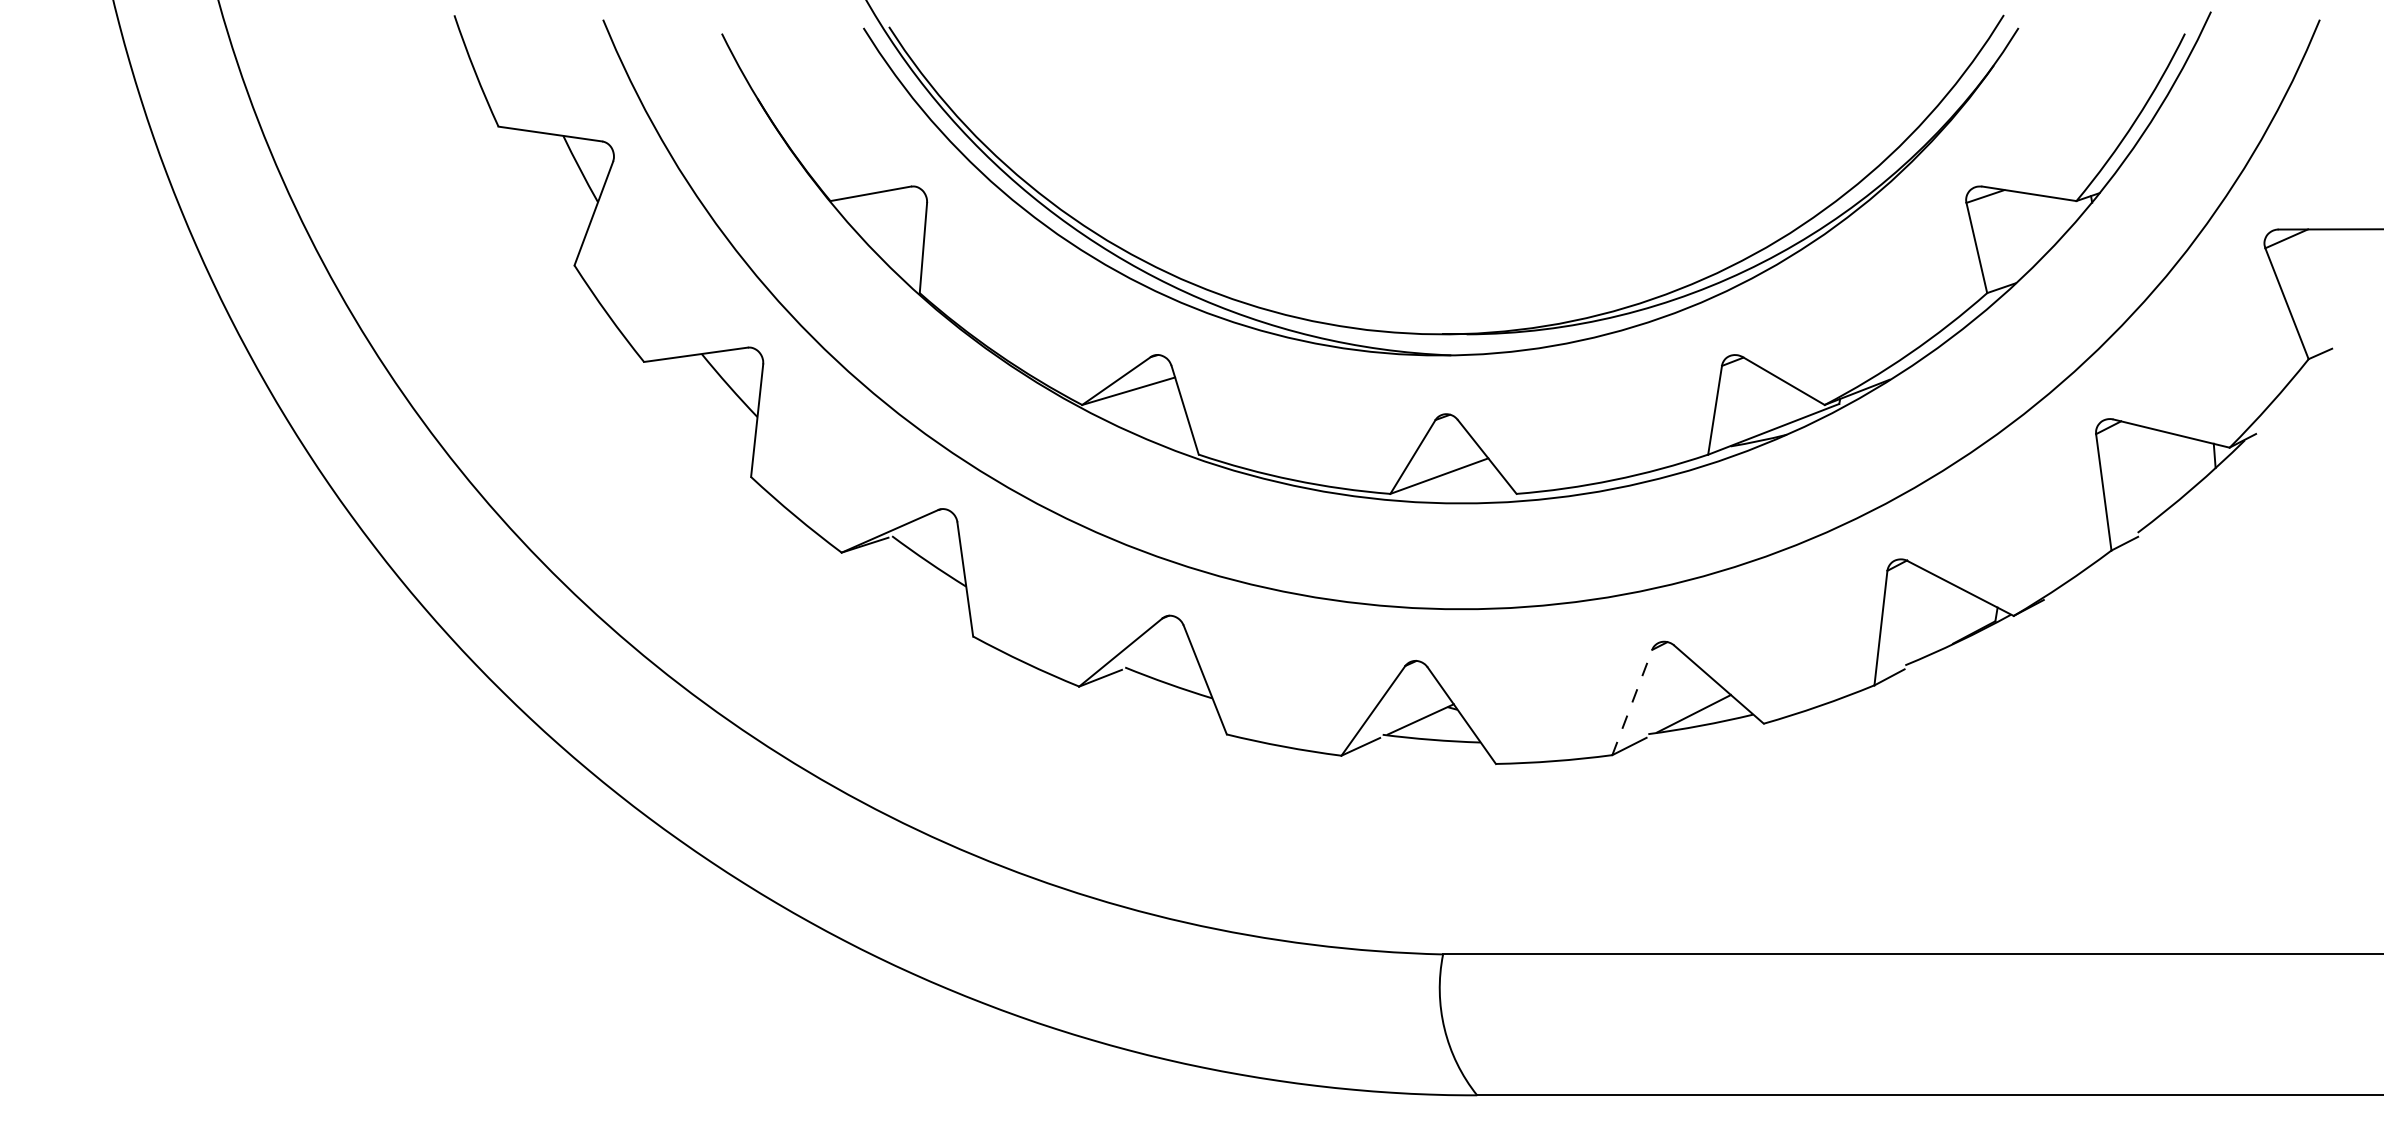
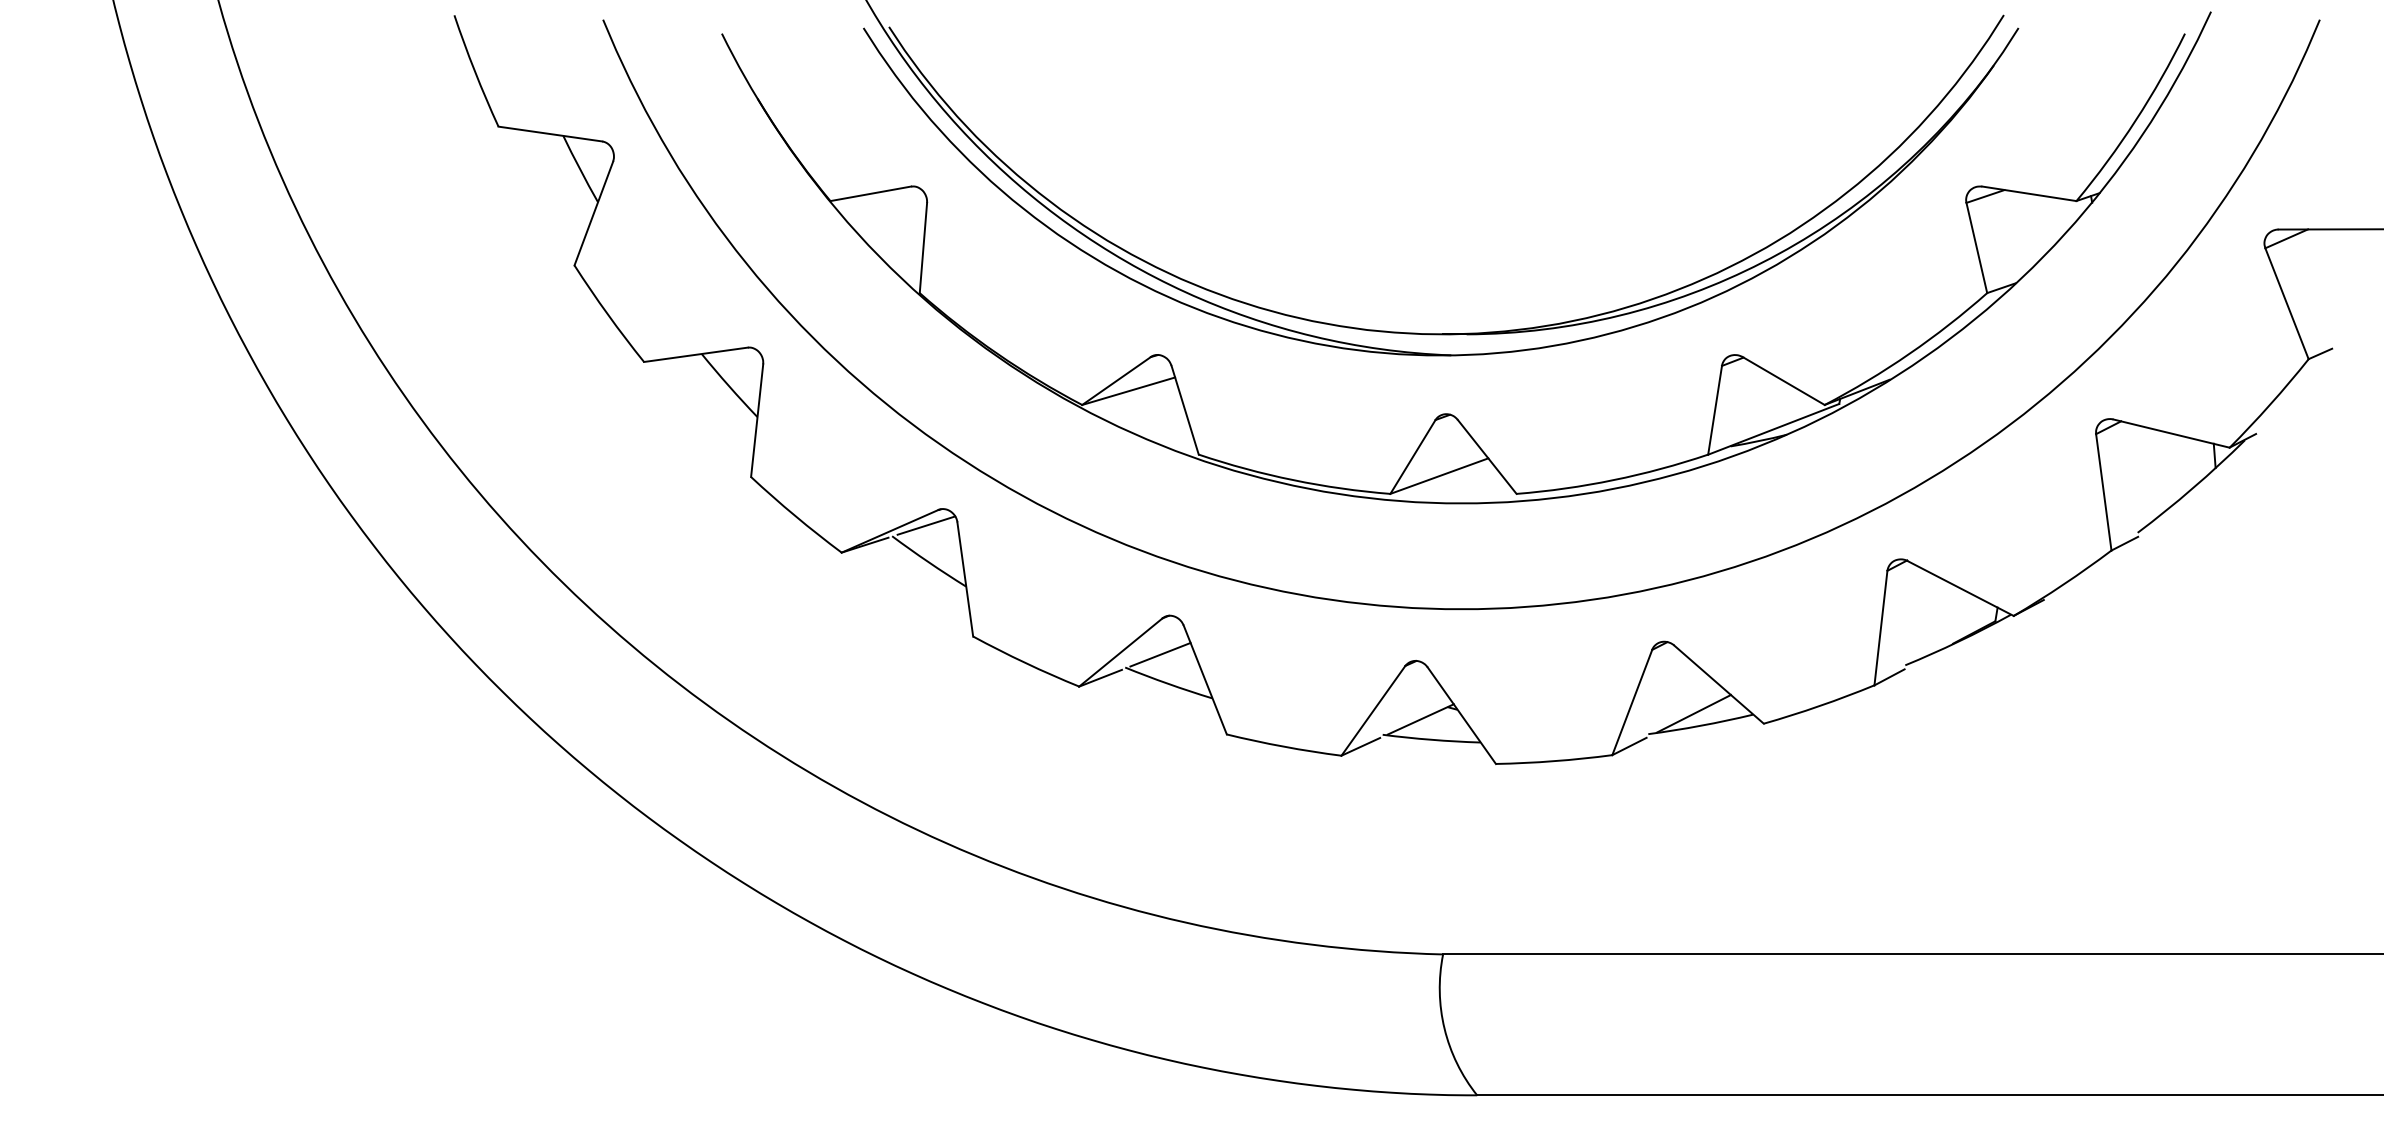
line at (926, 525): none -> present
line at (1160, 654): none -> present
line at (1632, 702): dashed -> solid
